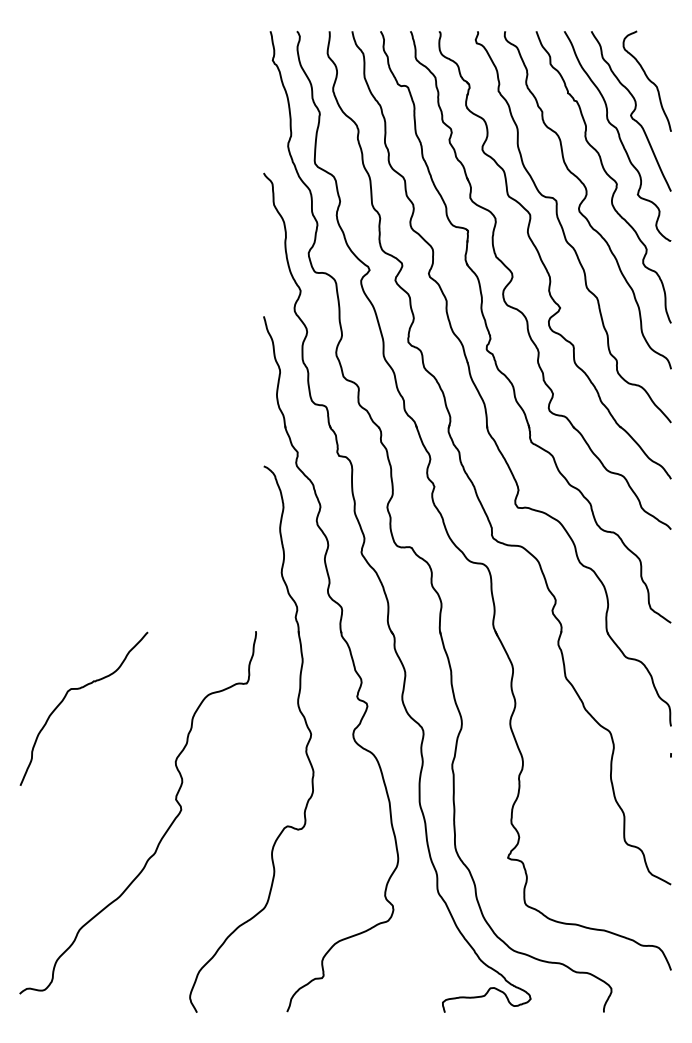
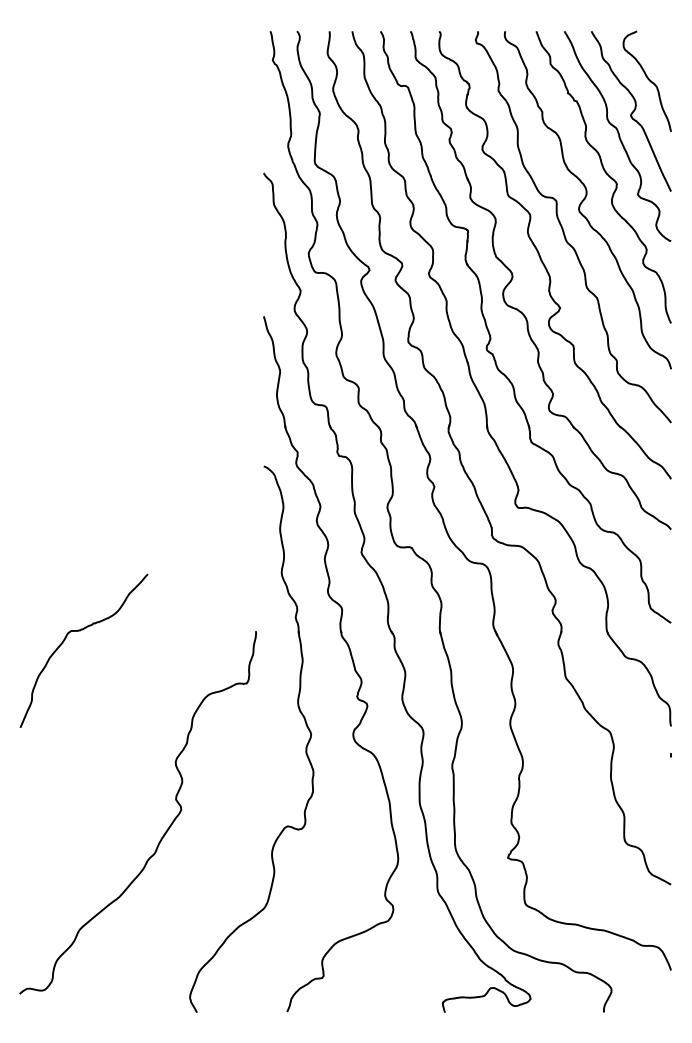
curve at (80, 689) position: (80, 689) -> (80, 631)
